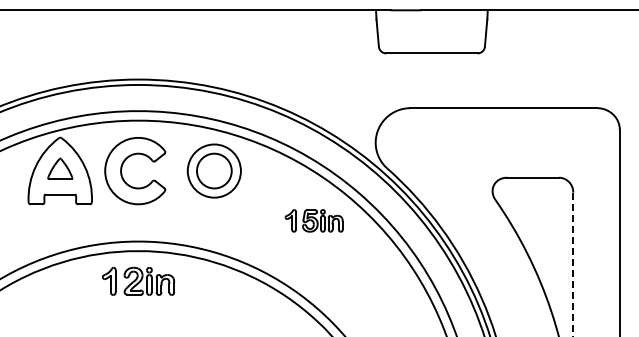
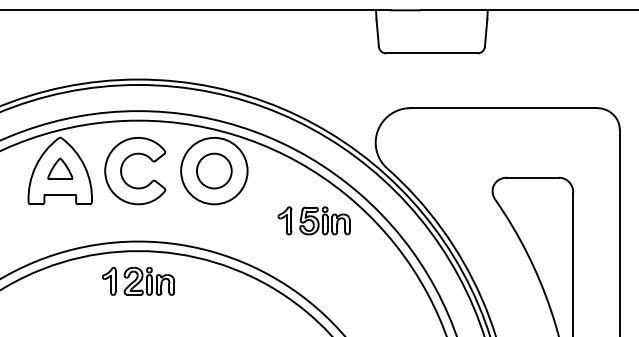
circle at (213, 170) diameter: 53 px -> 66 px
part at (313, 220) size: 60x24 px -> 74x30 px
line at (573, 264): dashed -> solid
